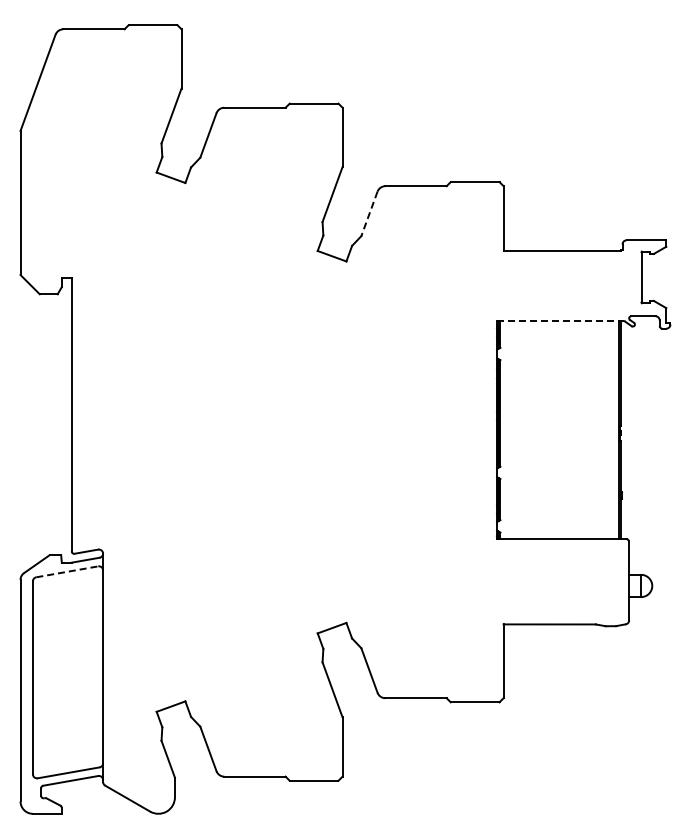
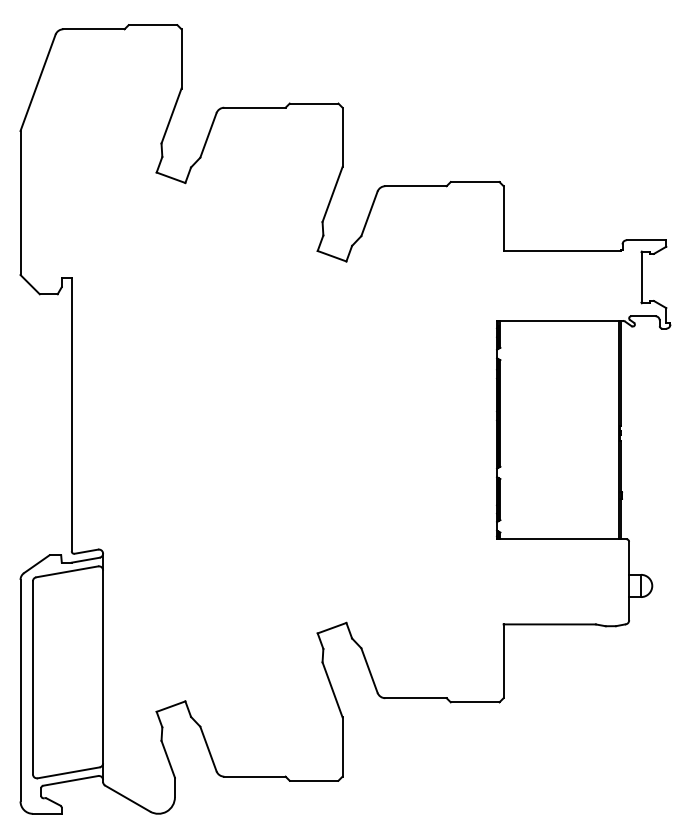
line at (369, 213): dashed -> solid
line at (559, 321): dashed -> solid
line at (67, 571): dashed -> solid
